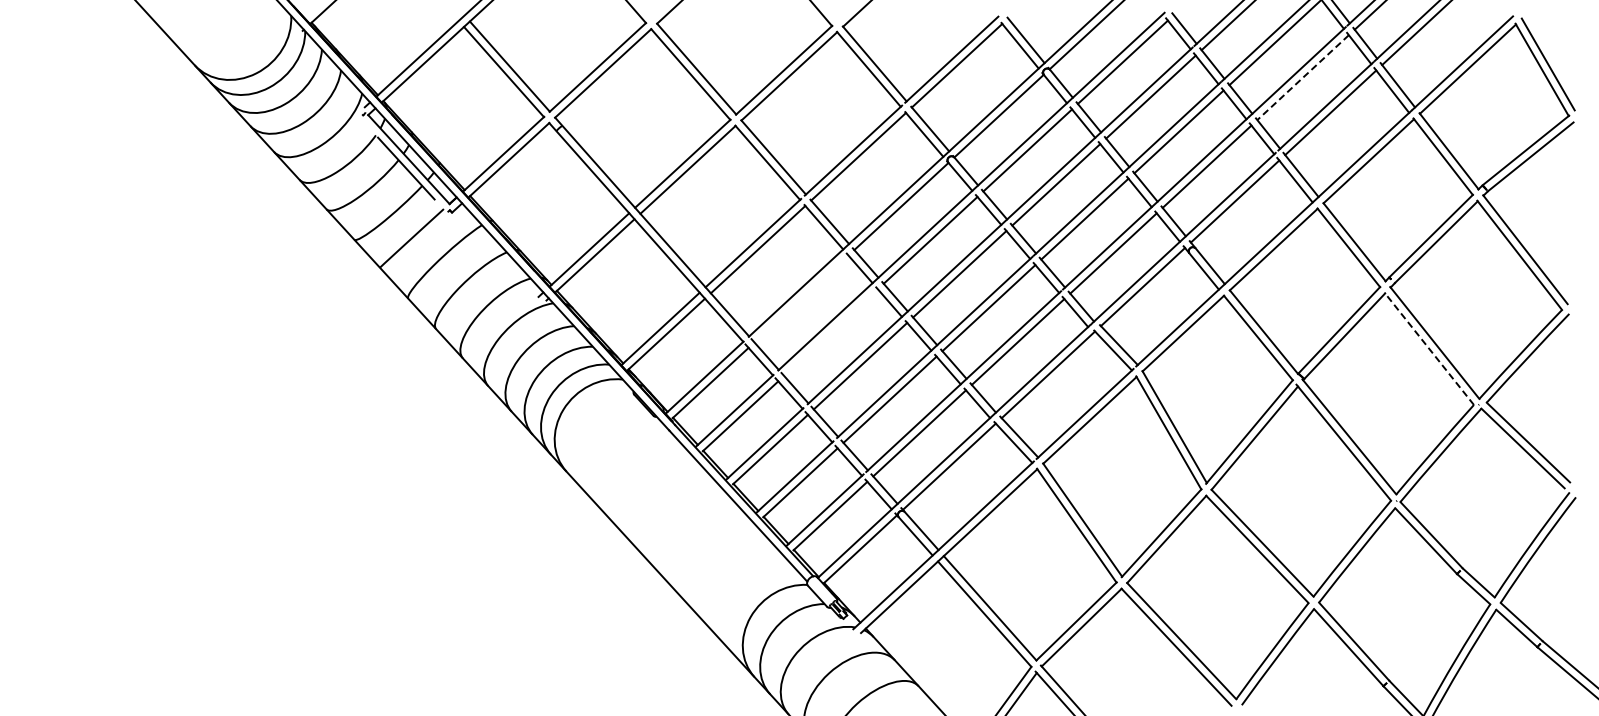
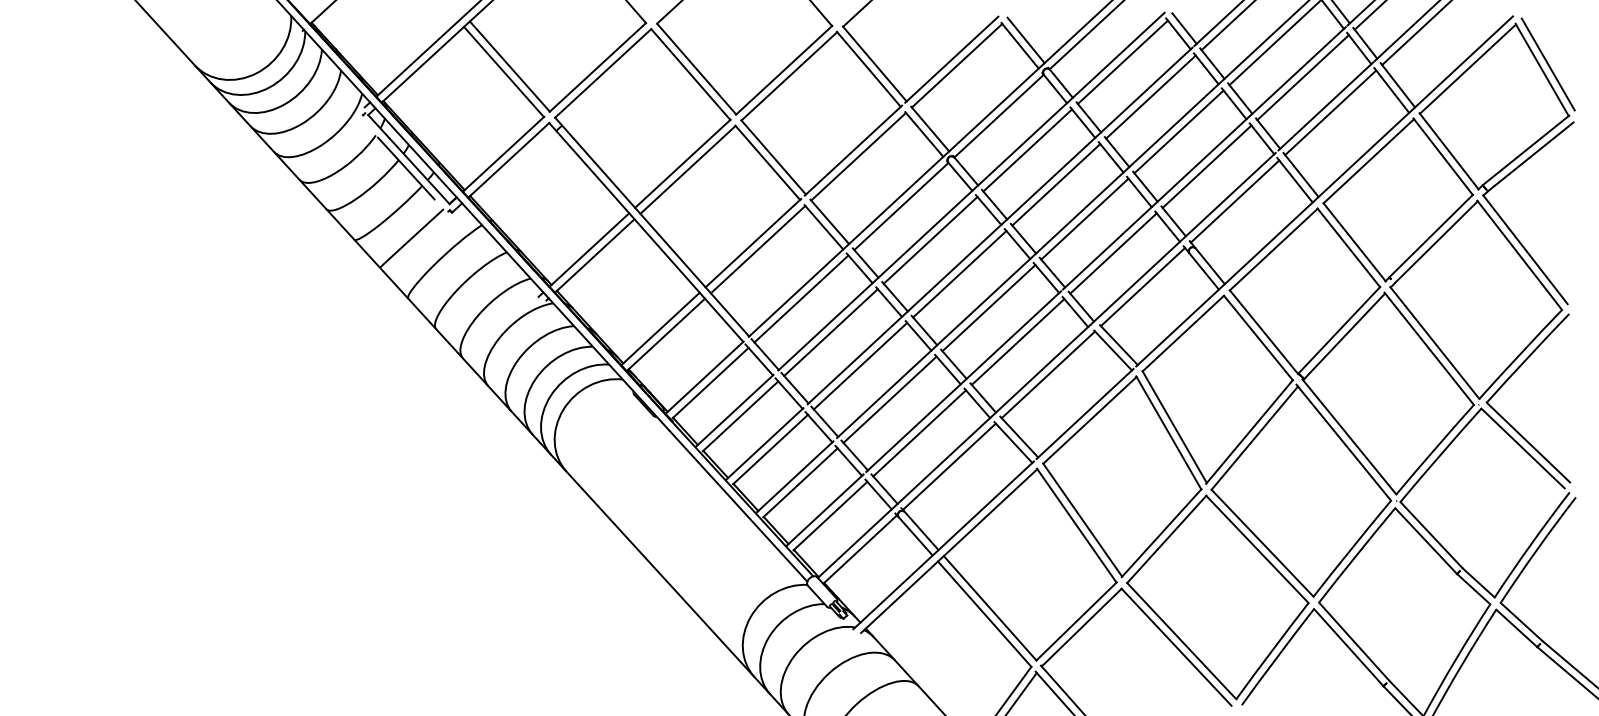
line at (1302, 77): dashed -> solid
line at (801, 298): none -> present
line at (830, 332): none -> present
line at (1429, 348): dashed -> solid
